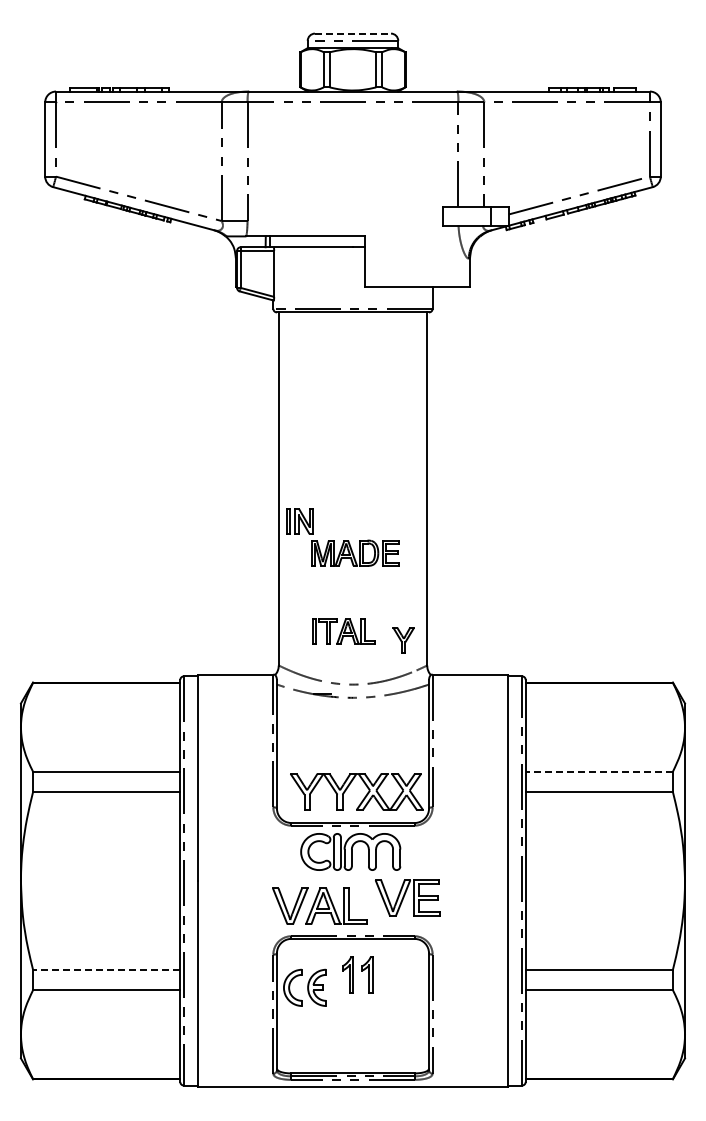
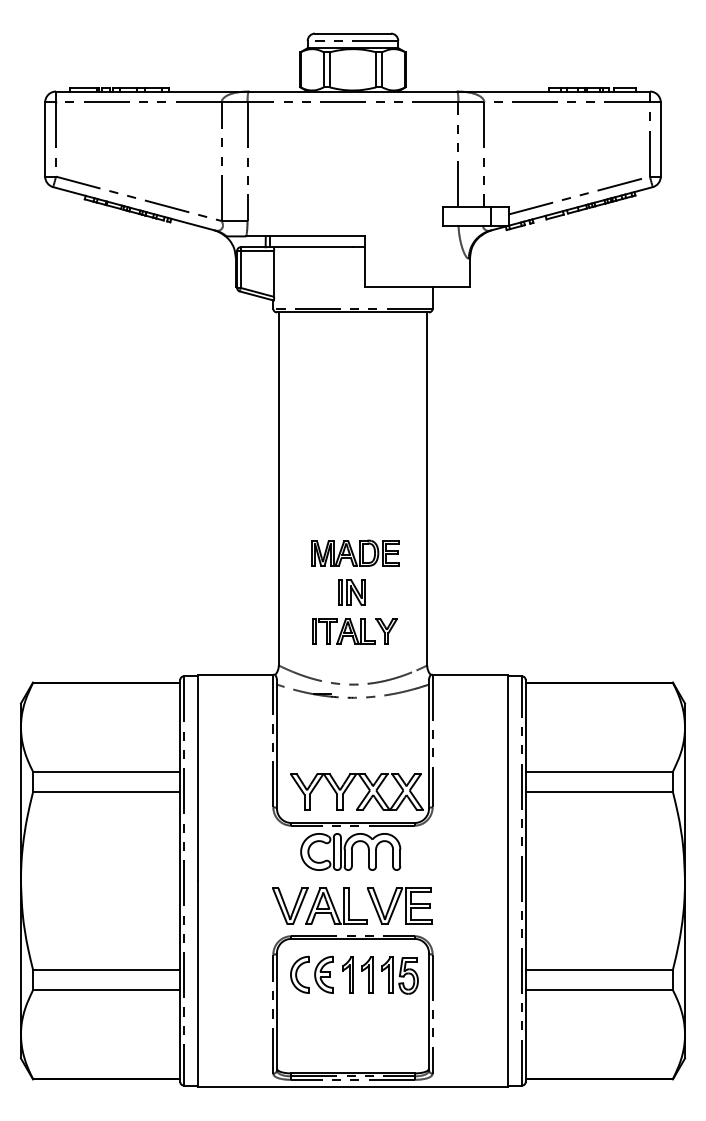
line at (353, 33): dashed -> solid
part at (299, 521) position: (299, 521) -> (351, 592)
part at (403, 640) position: (403, 640) -> (386, 631)
line at (599, 771): dashed -> solid
part at (407, 897) position: (407, 897) -> (399, 905)
line at (106, 969): dashed -> solid
part at (399, 975): none -> present
part at (304, 987) position: (304, 987) -> (311, 974)
